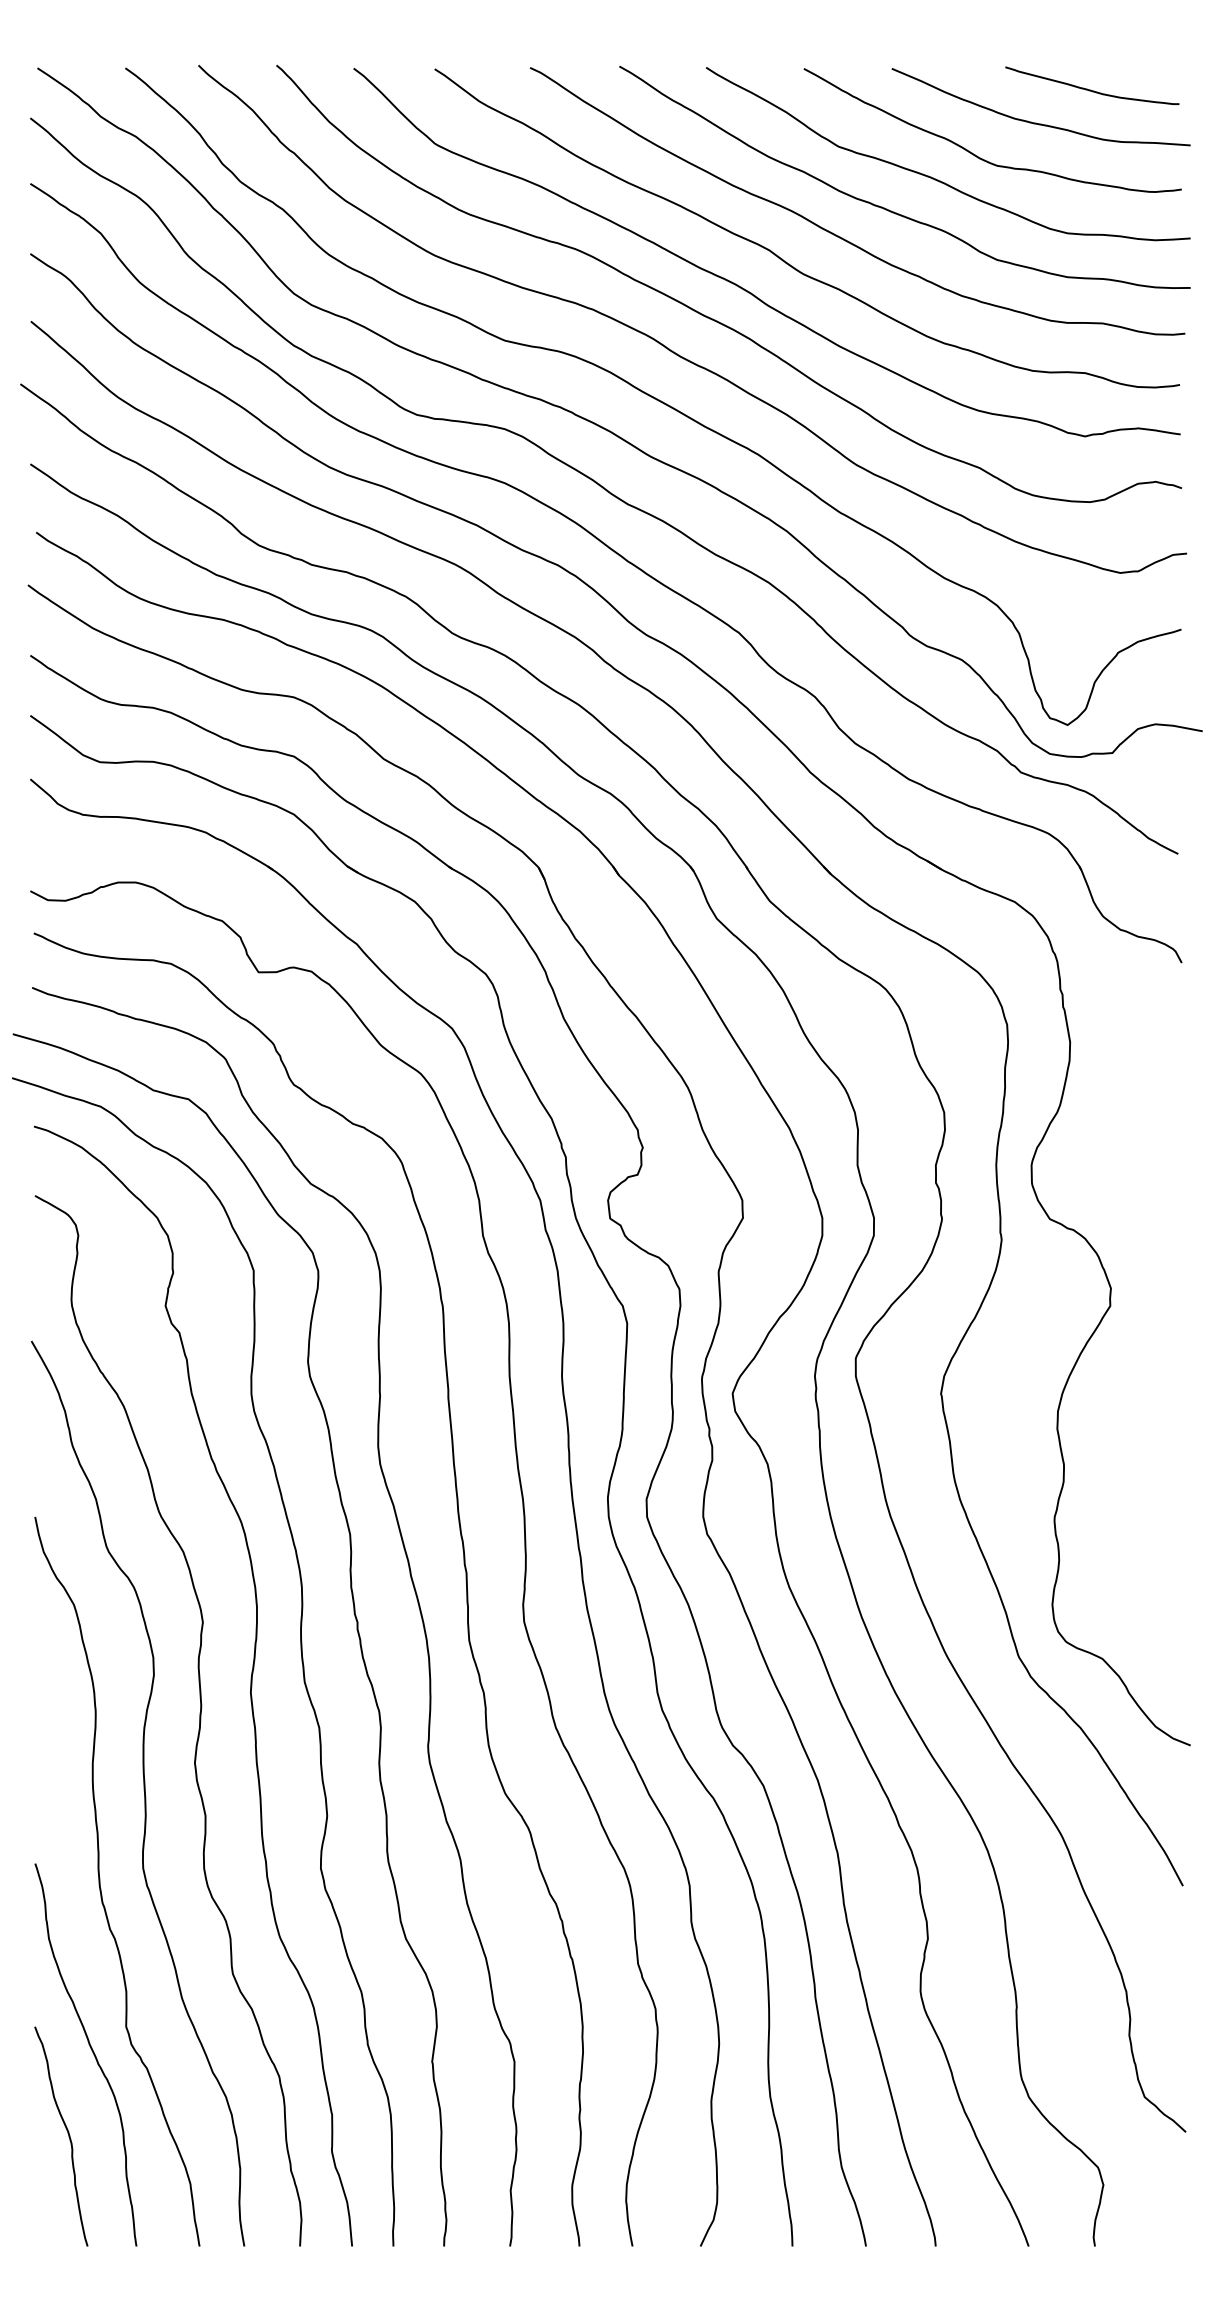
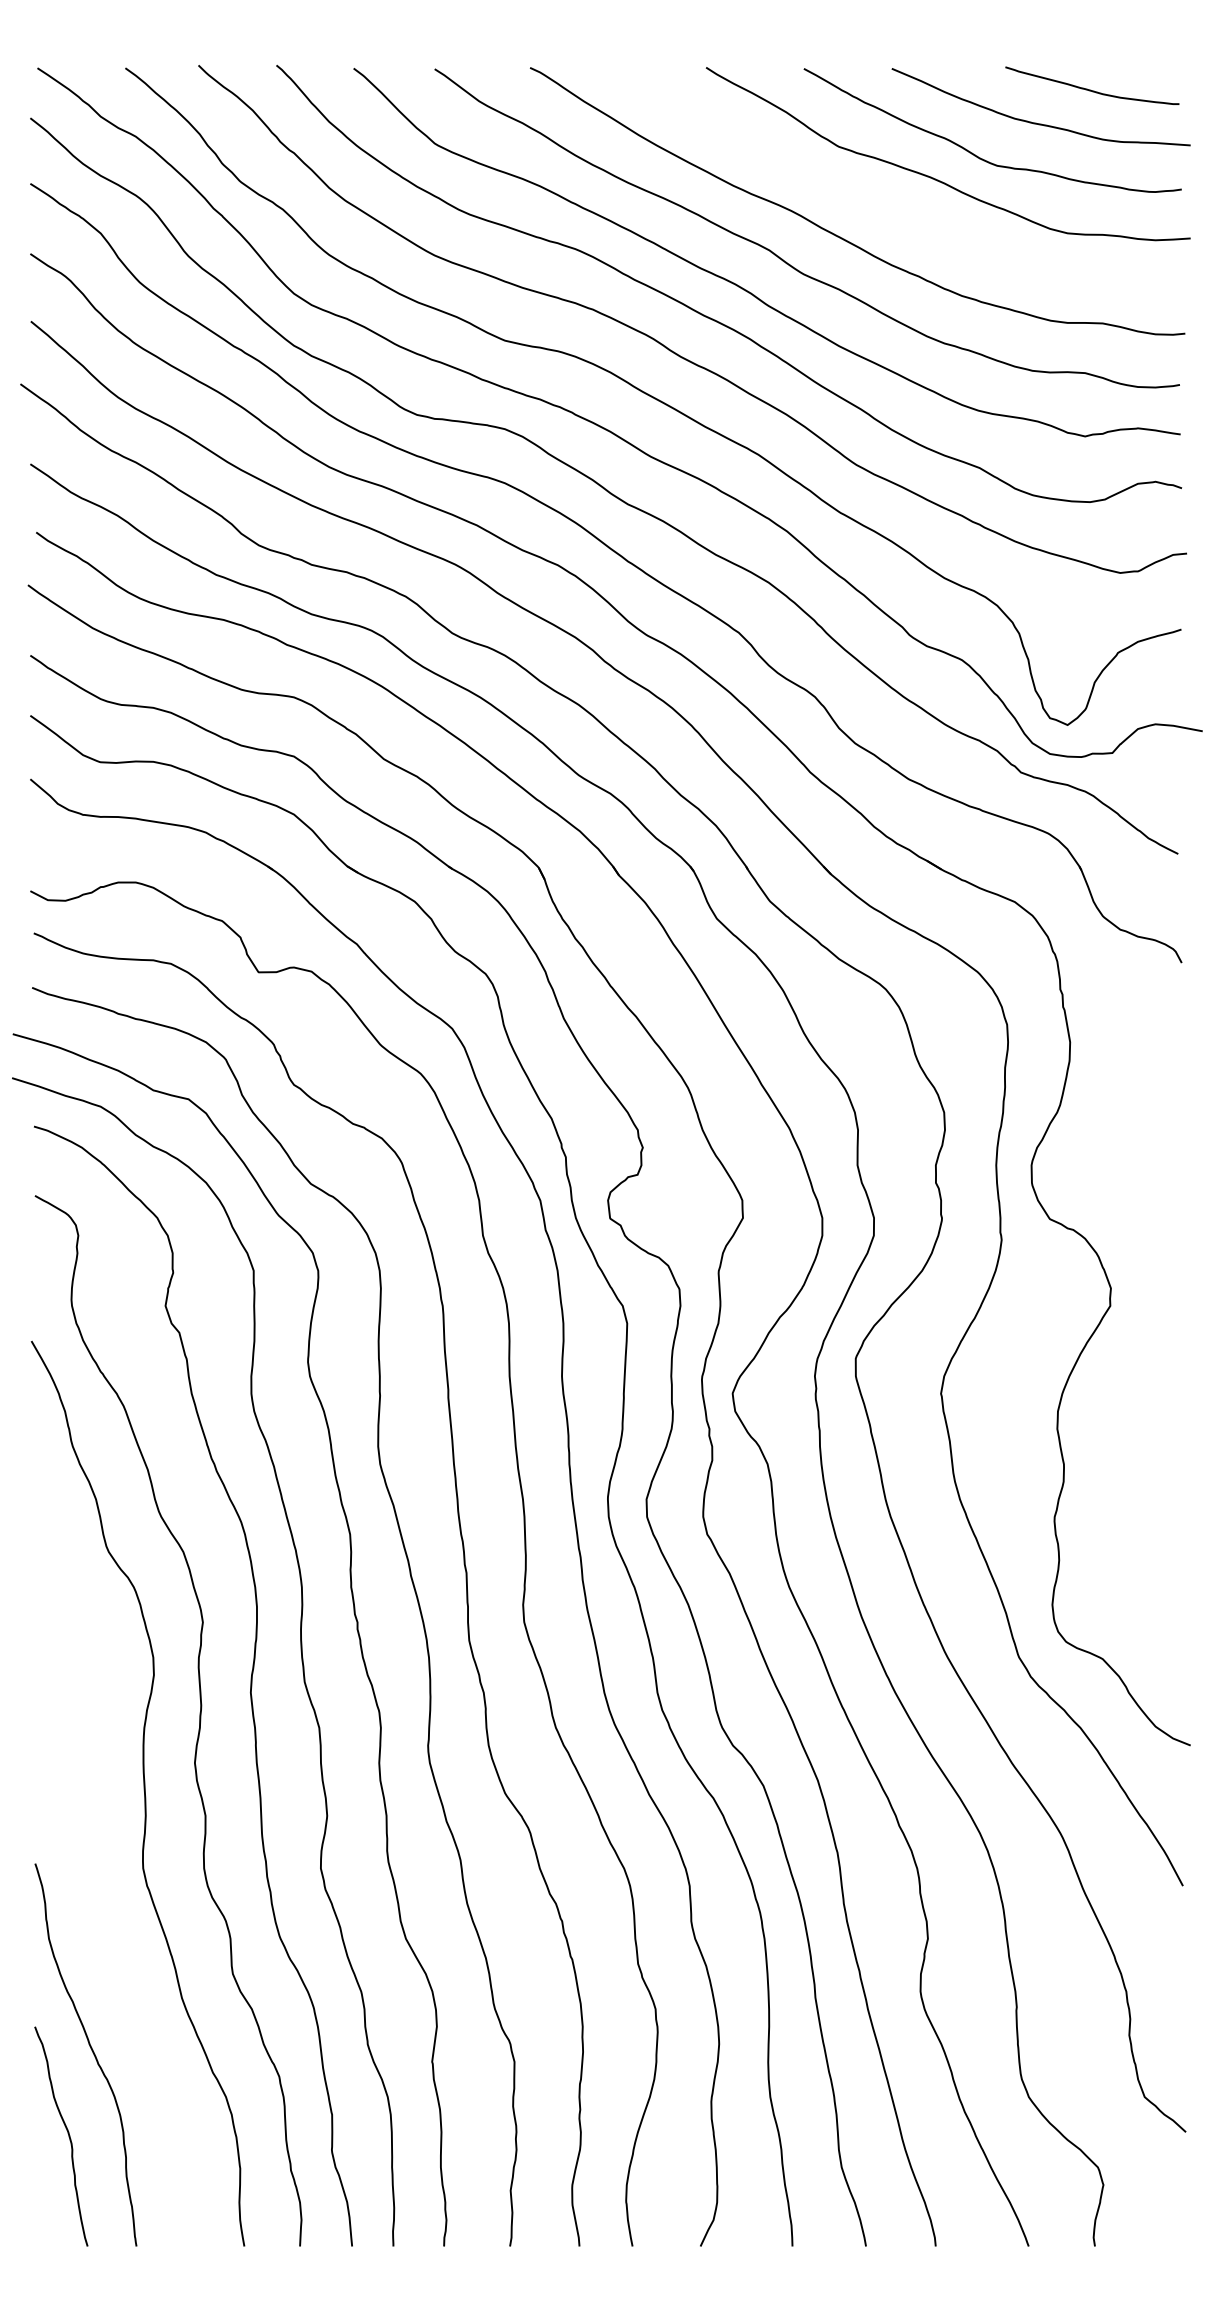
curve at (889, 209): present -> none
curve at (100, 1881): present -> none
